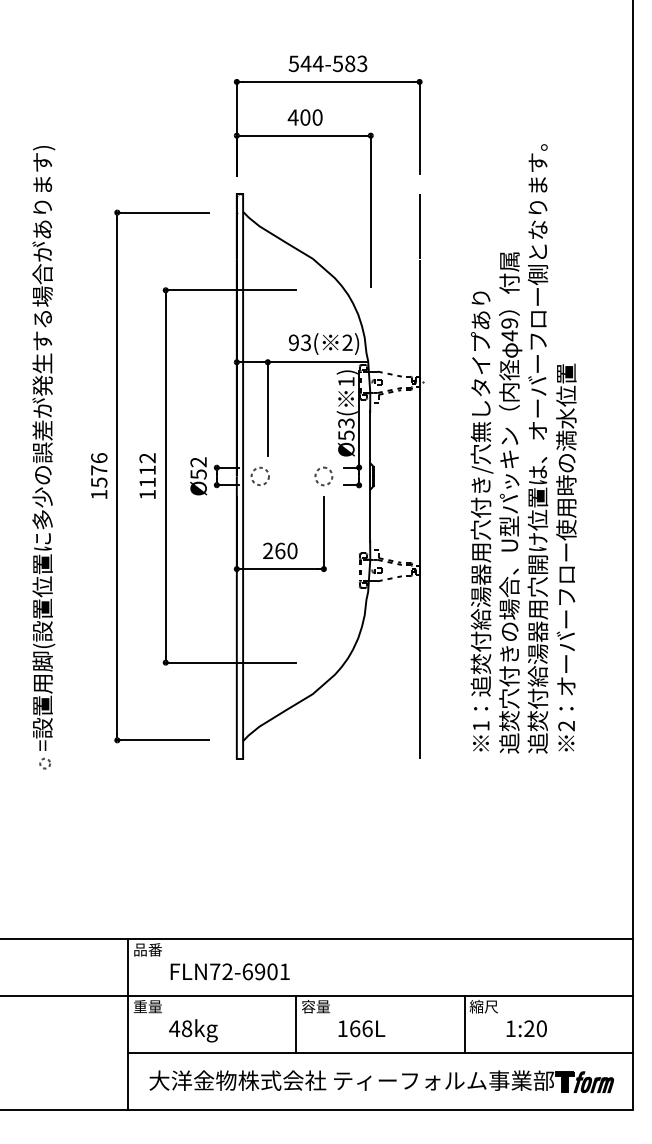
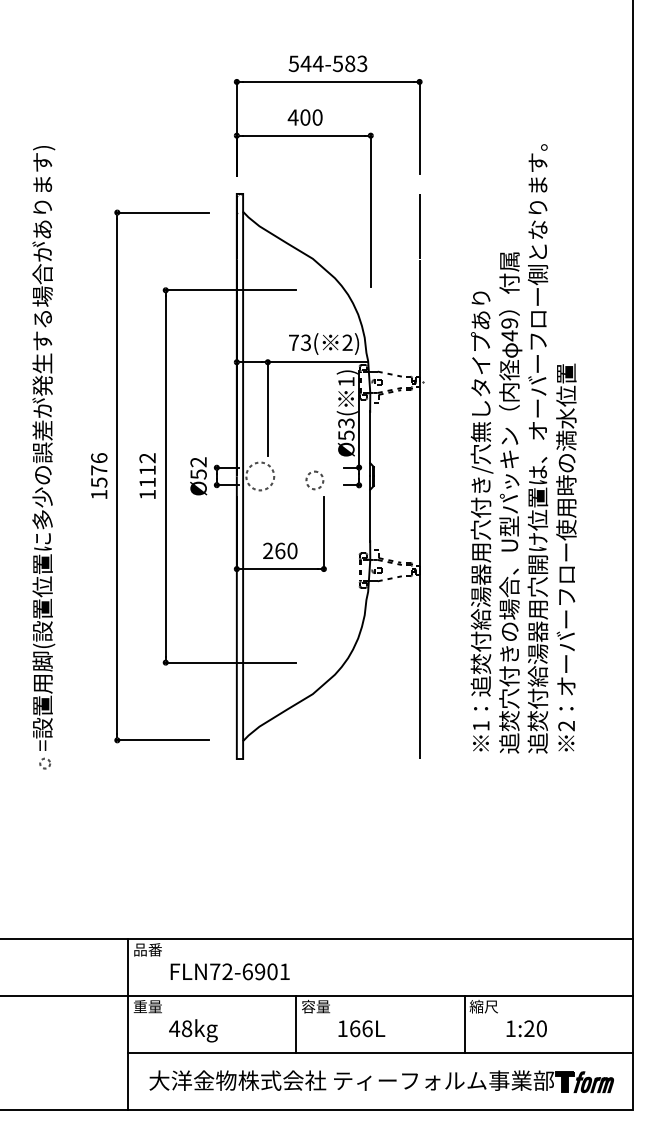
text at (293, 342): 93( -> 73(
circle at (259, 476) diameter: 17 px -> 28 px
part at (316, 476) position: (316, 476) -> (307, 480)
